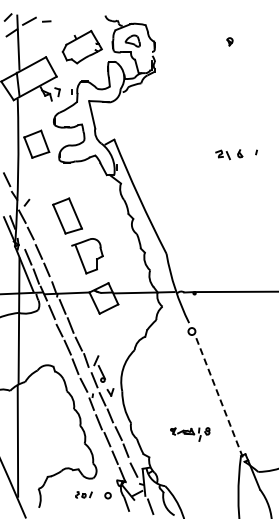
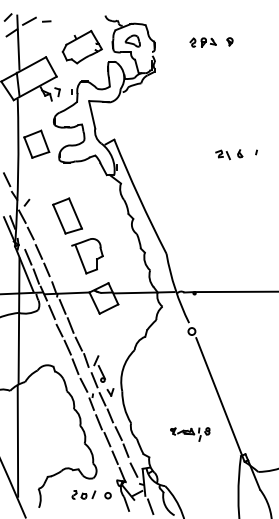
part at (202, 42): none -> present
line at (220, 400): dashed -> solid
part at (83, 494) size: 18x8 px -> 26x10 px
